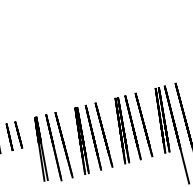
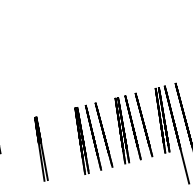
part at (14, 136): present -> none
part at (59, 146): present -> none
